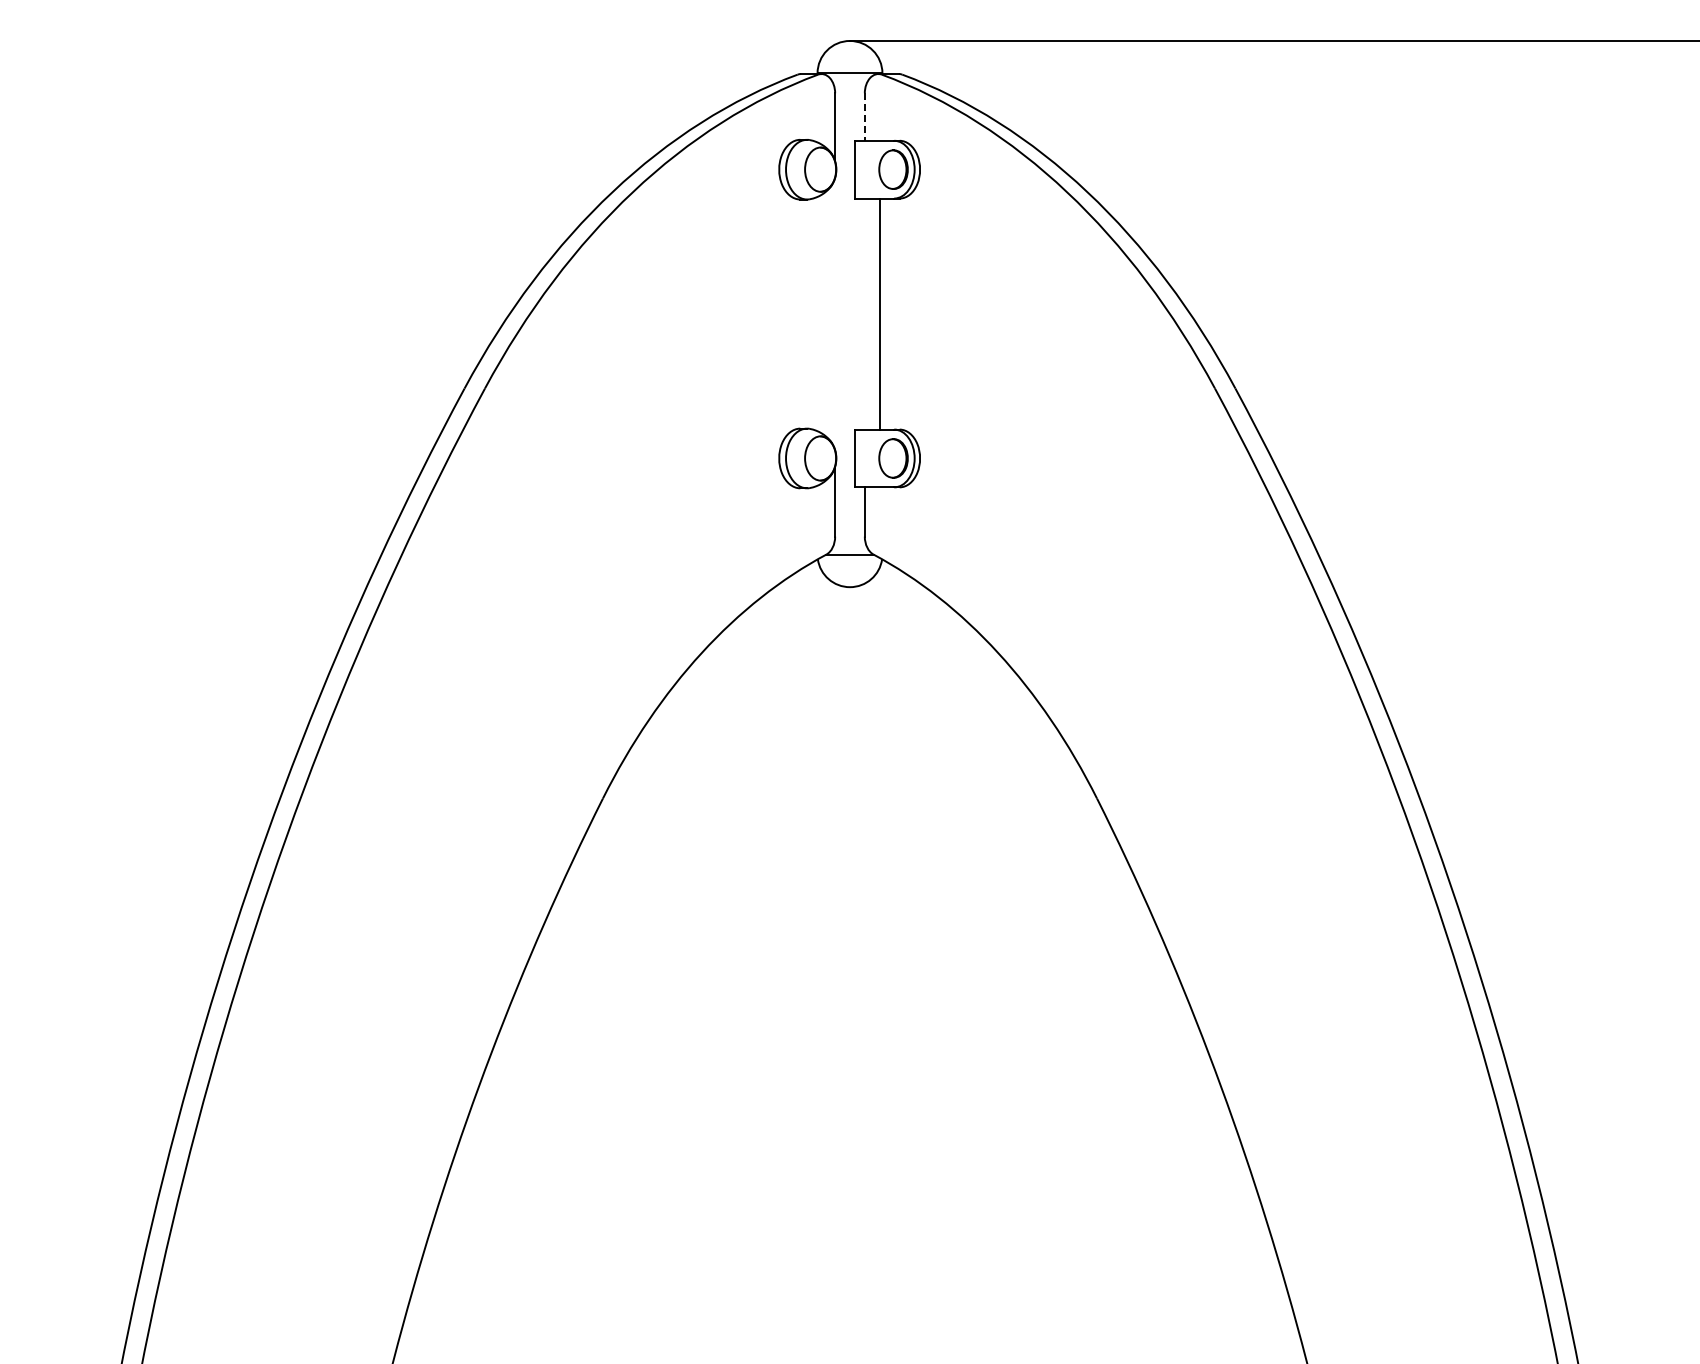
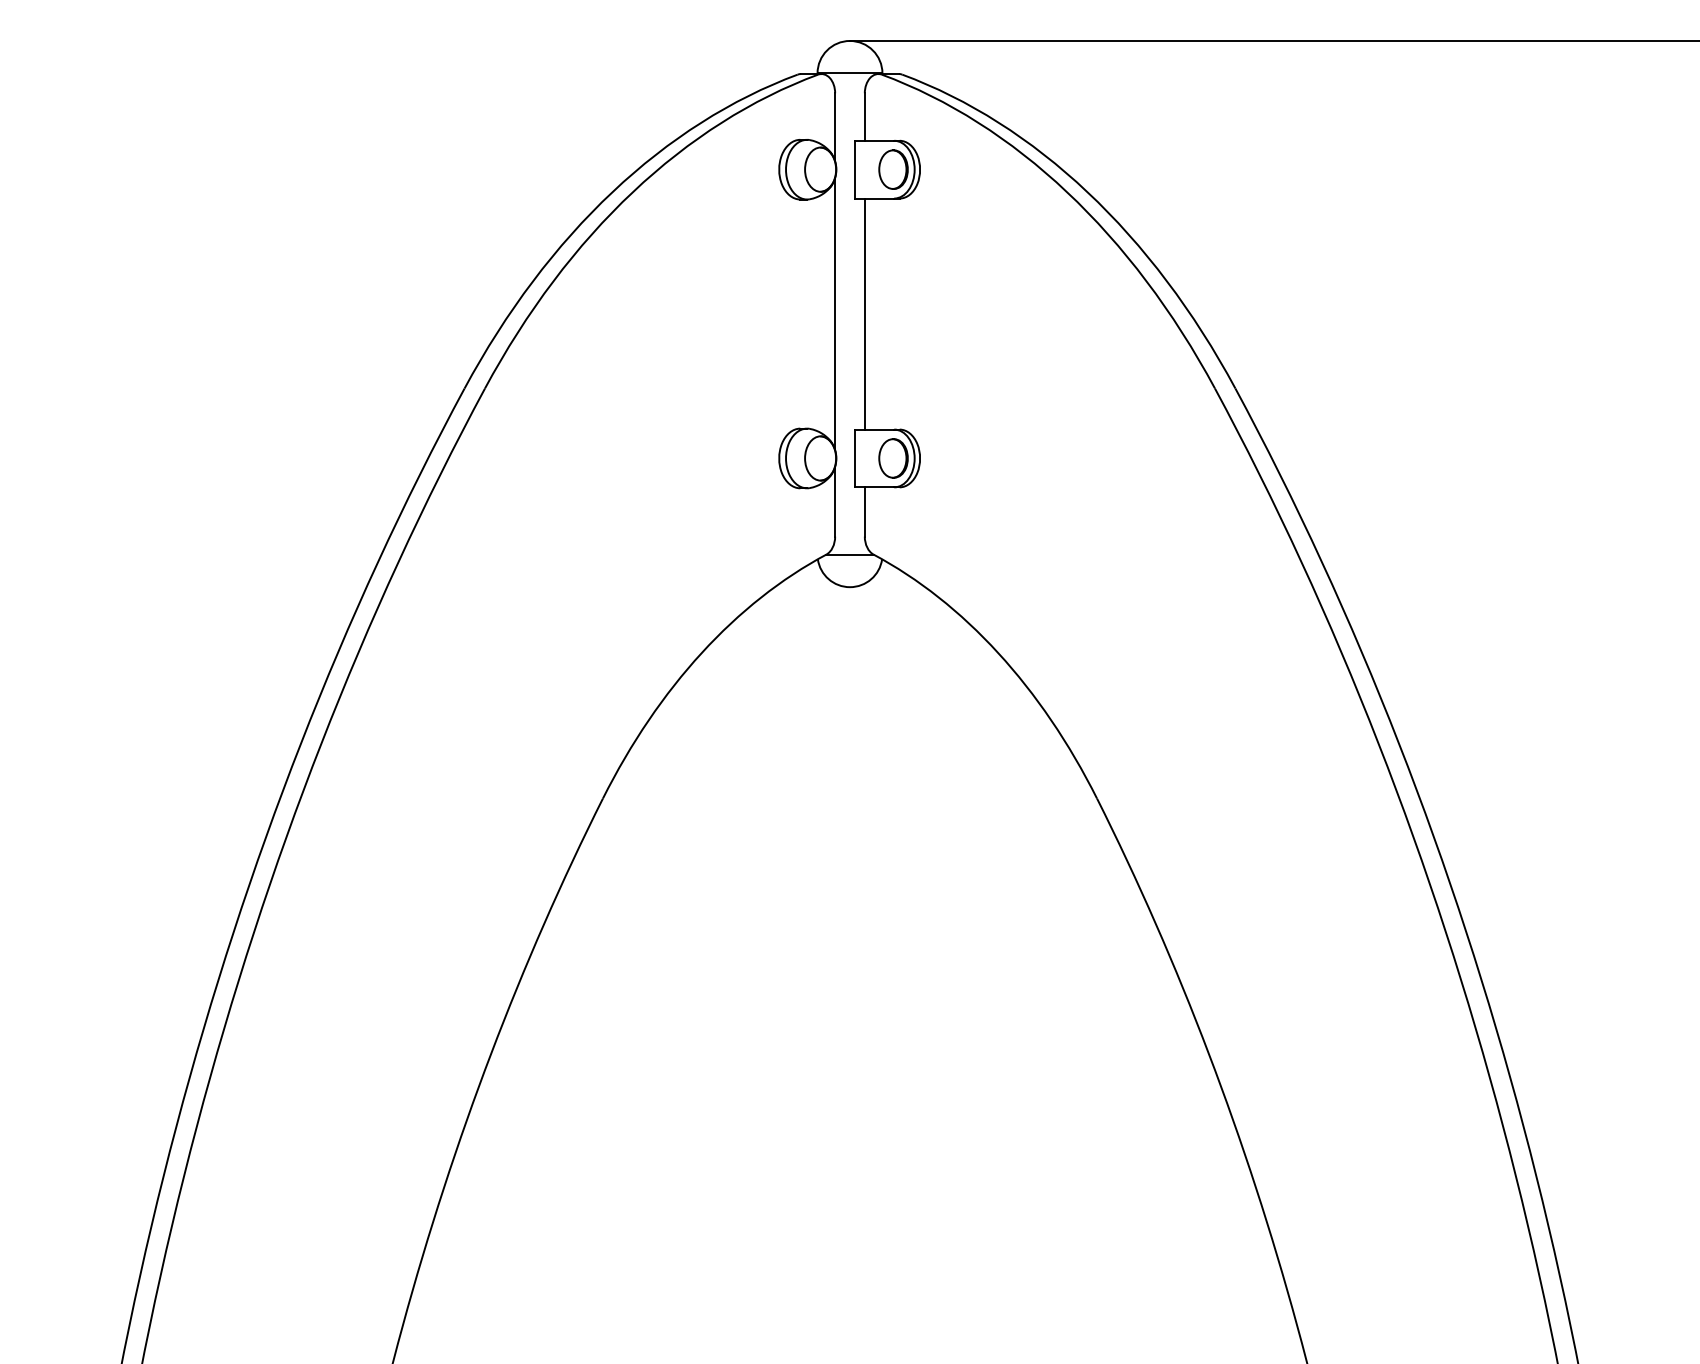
line at (864, 117): dashed -> solid
line at (835, 313): none -> present
line at (879, 313) position: (879, 313) -> (864, 313)
